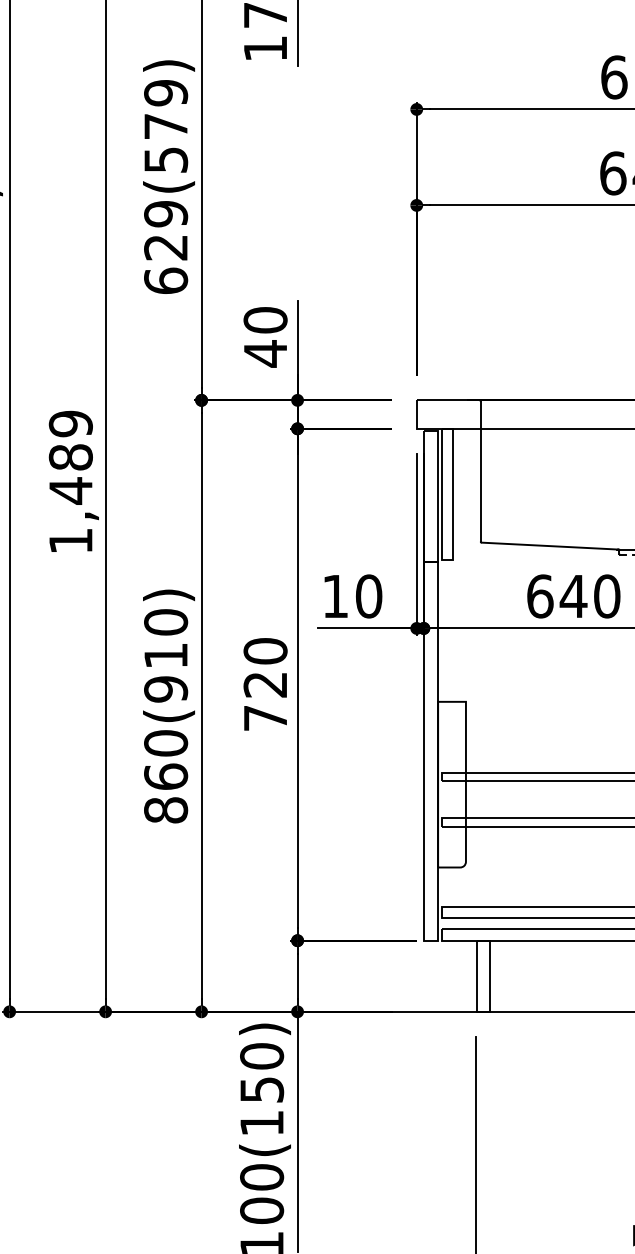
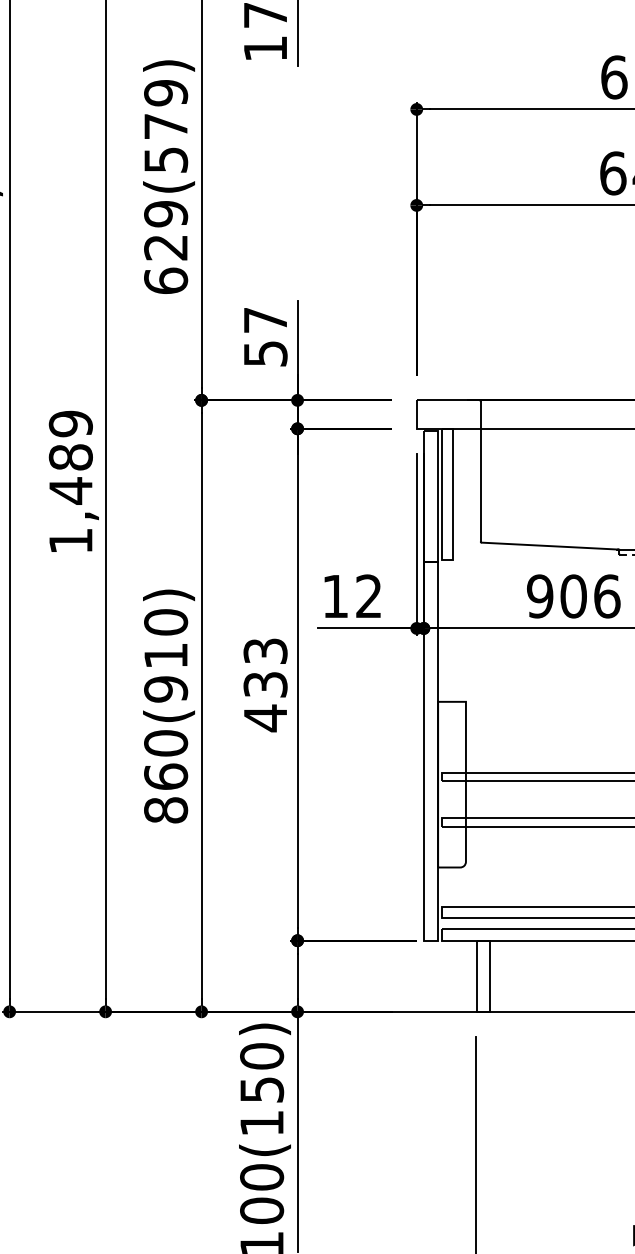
text at (265, 337): 40 -> 57
text at (369, 596): 10 -> 12
text at (573, 596): 640 -> 906
text at (265, 685): 720 -> 433
